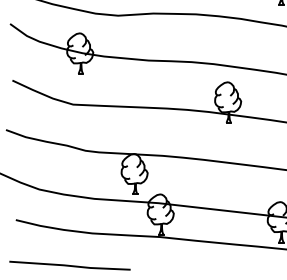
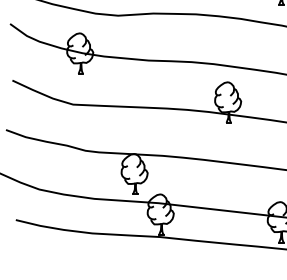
line at (69, 265): present -> none
